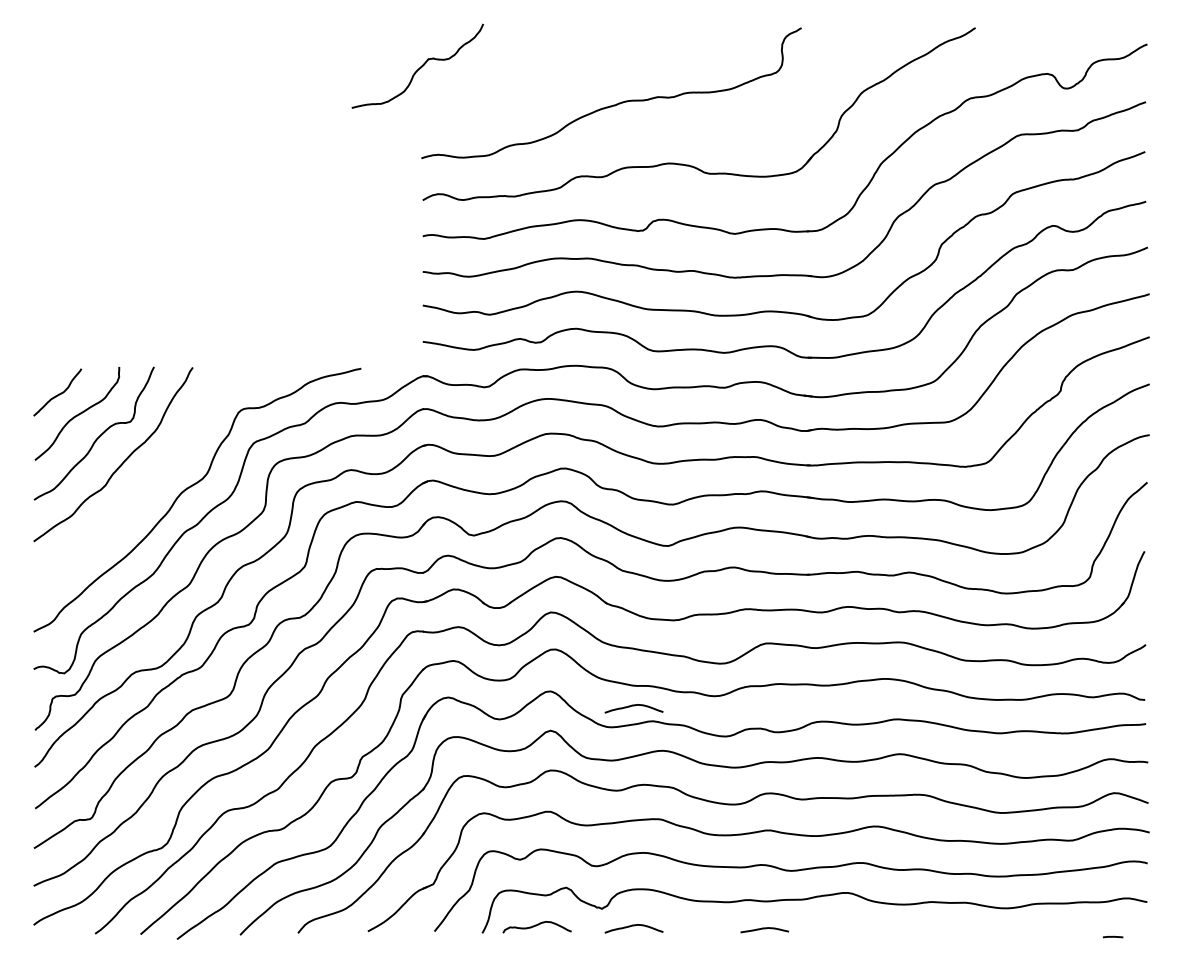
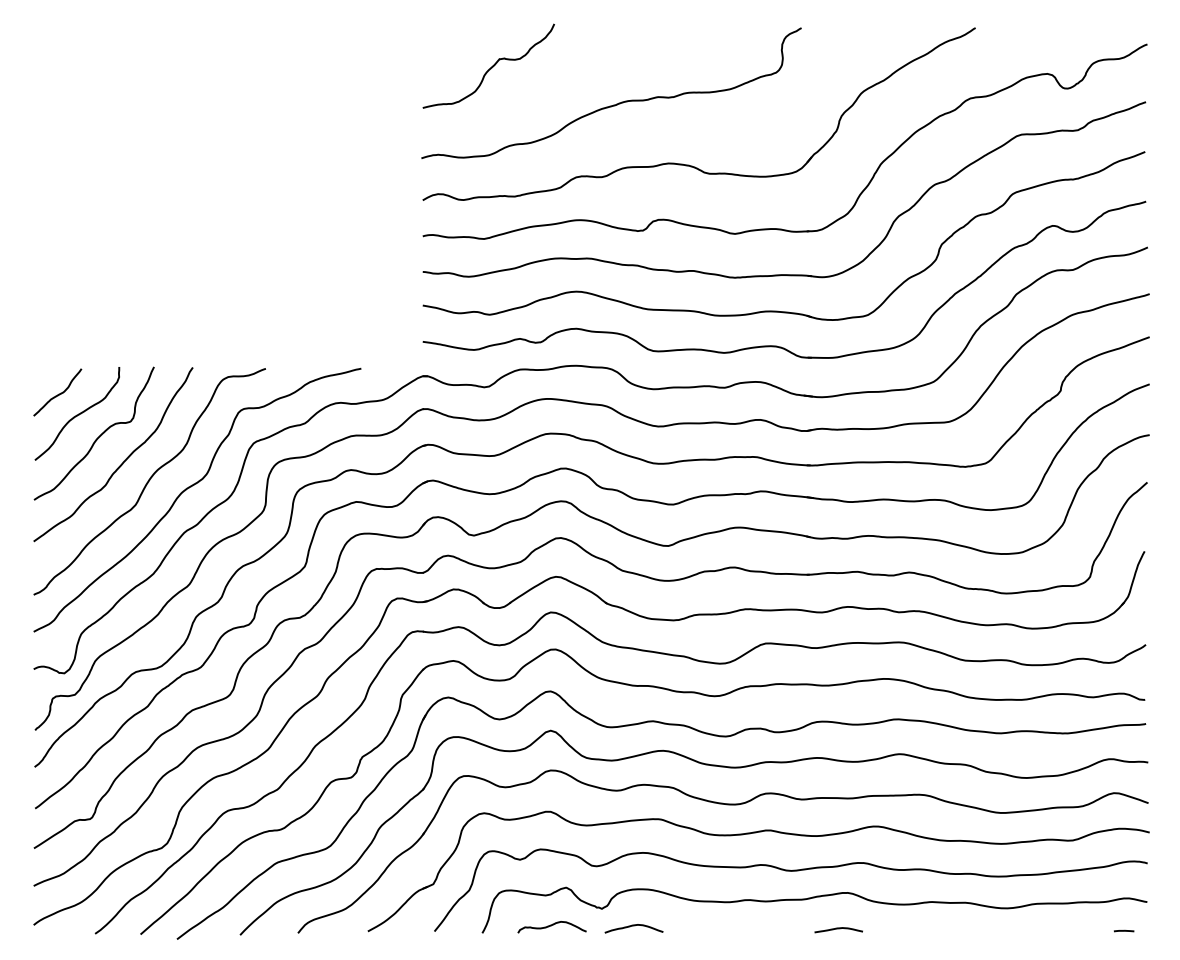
curve at (419, 67) position: (419, 67) -> (490, 67)
curve at (149, 481): none -> present
curve at (633, 706): present -> none
curve at (536, 926) position: (536, 926) -> (551, 926)
curve at (764, 929) position: (764, 929) -> (838, 929)
curve at (1113, 936) position: (1113, 936) -> (1124, 930)
